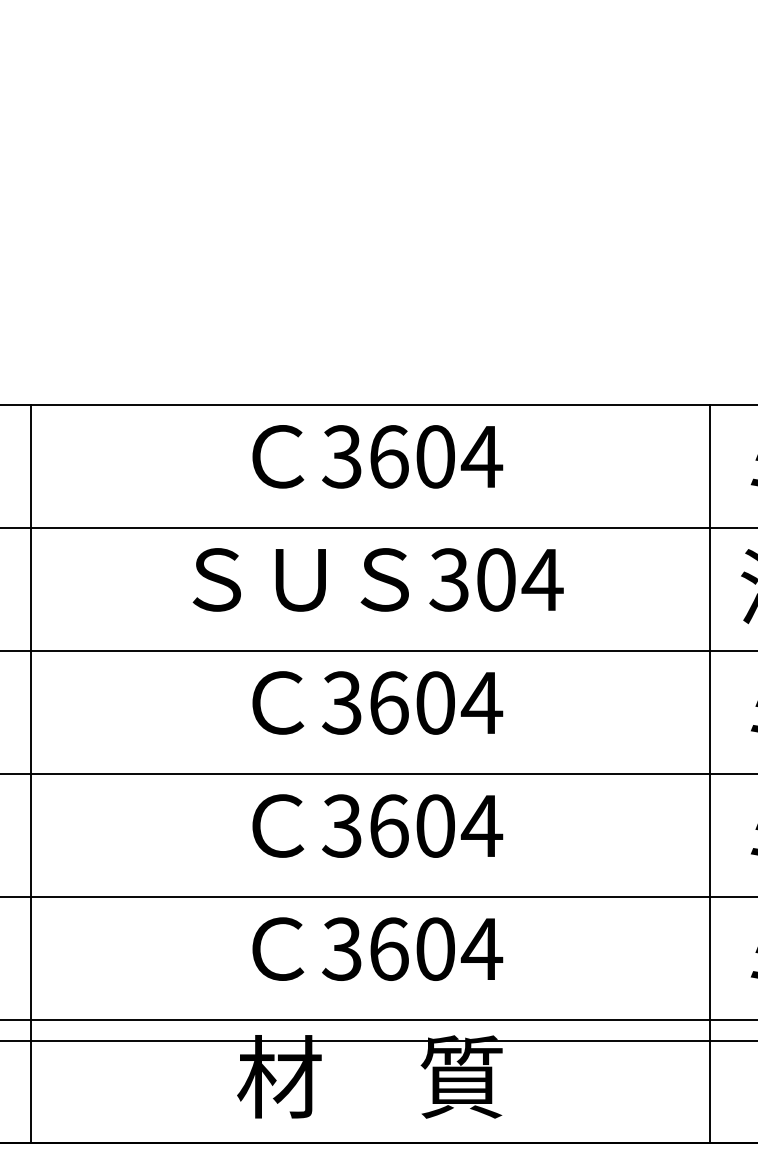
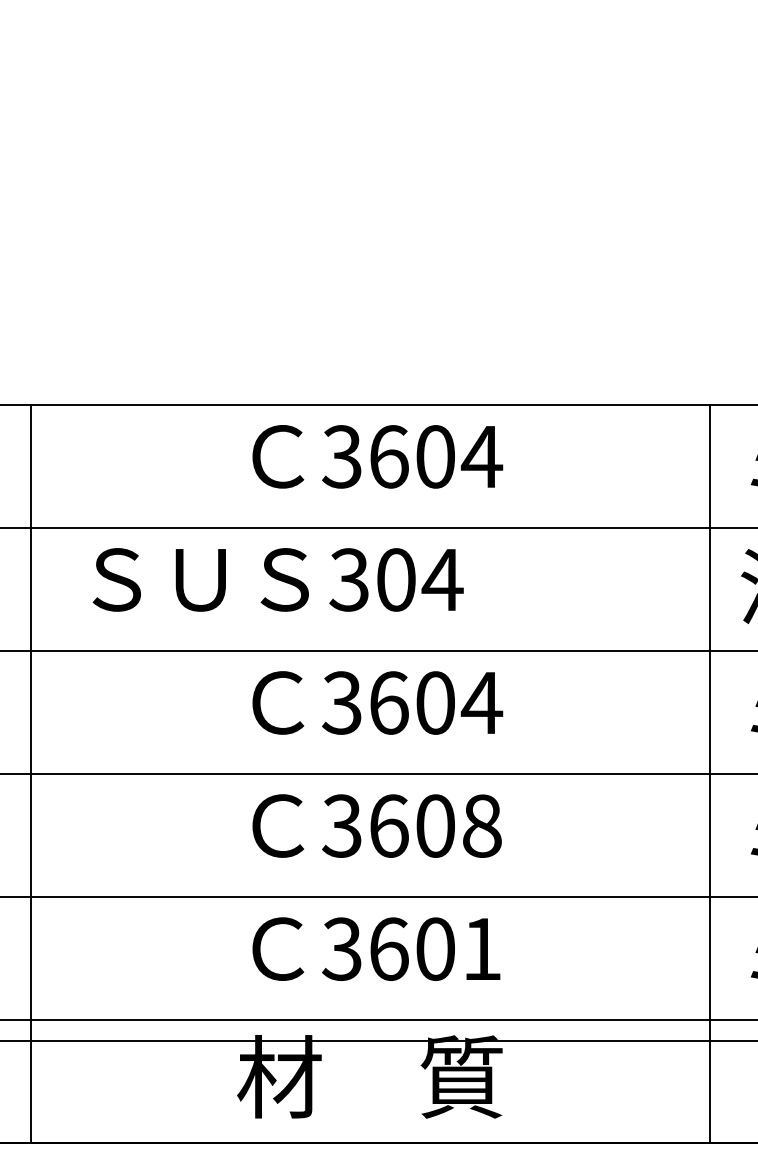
text at (377, 579) position: (377, 579) -> (277, 579)
text at (481, 825): 3604 -> 3608
text at (481, 948): 3604 -> 3601
